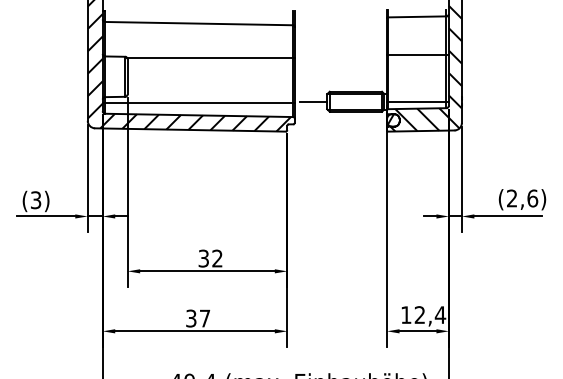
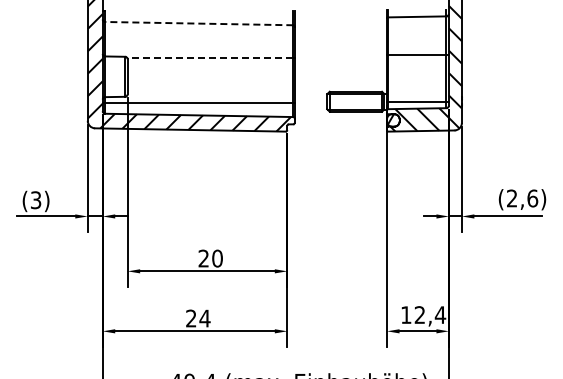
line at (198, 23): solid -> dashed
line at (209, 57): solid -> dashed
line at (313, 101): present -> none
text at (210, 258): 32 -> 20
text at (198, 318): 37 -> 24
